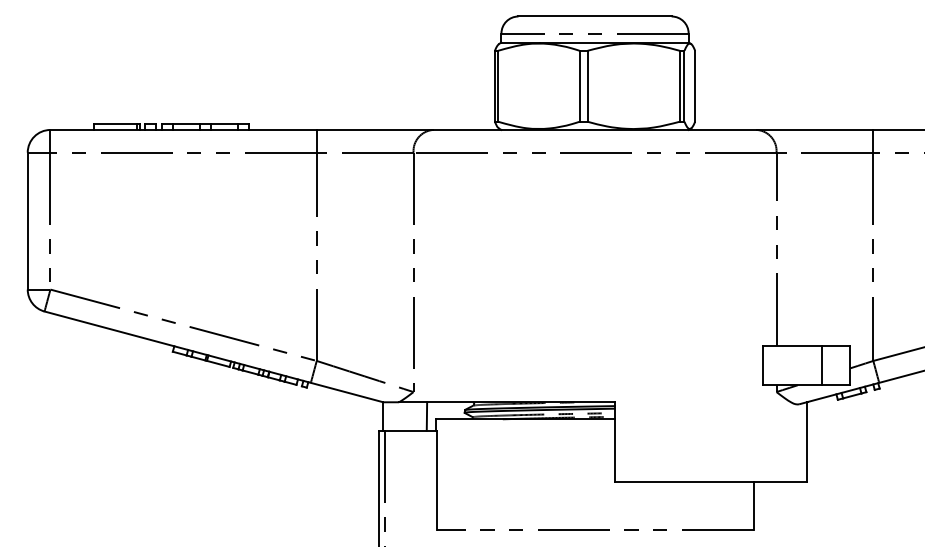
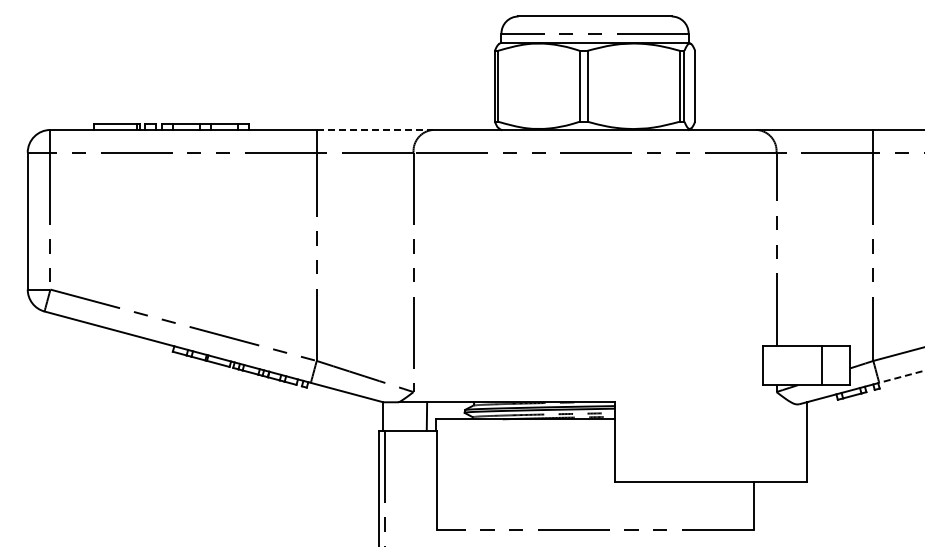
line at (375, 129): solid -> dashed
line at (901, 376): solid -> dashed
